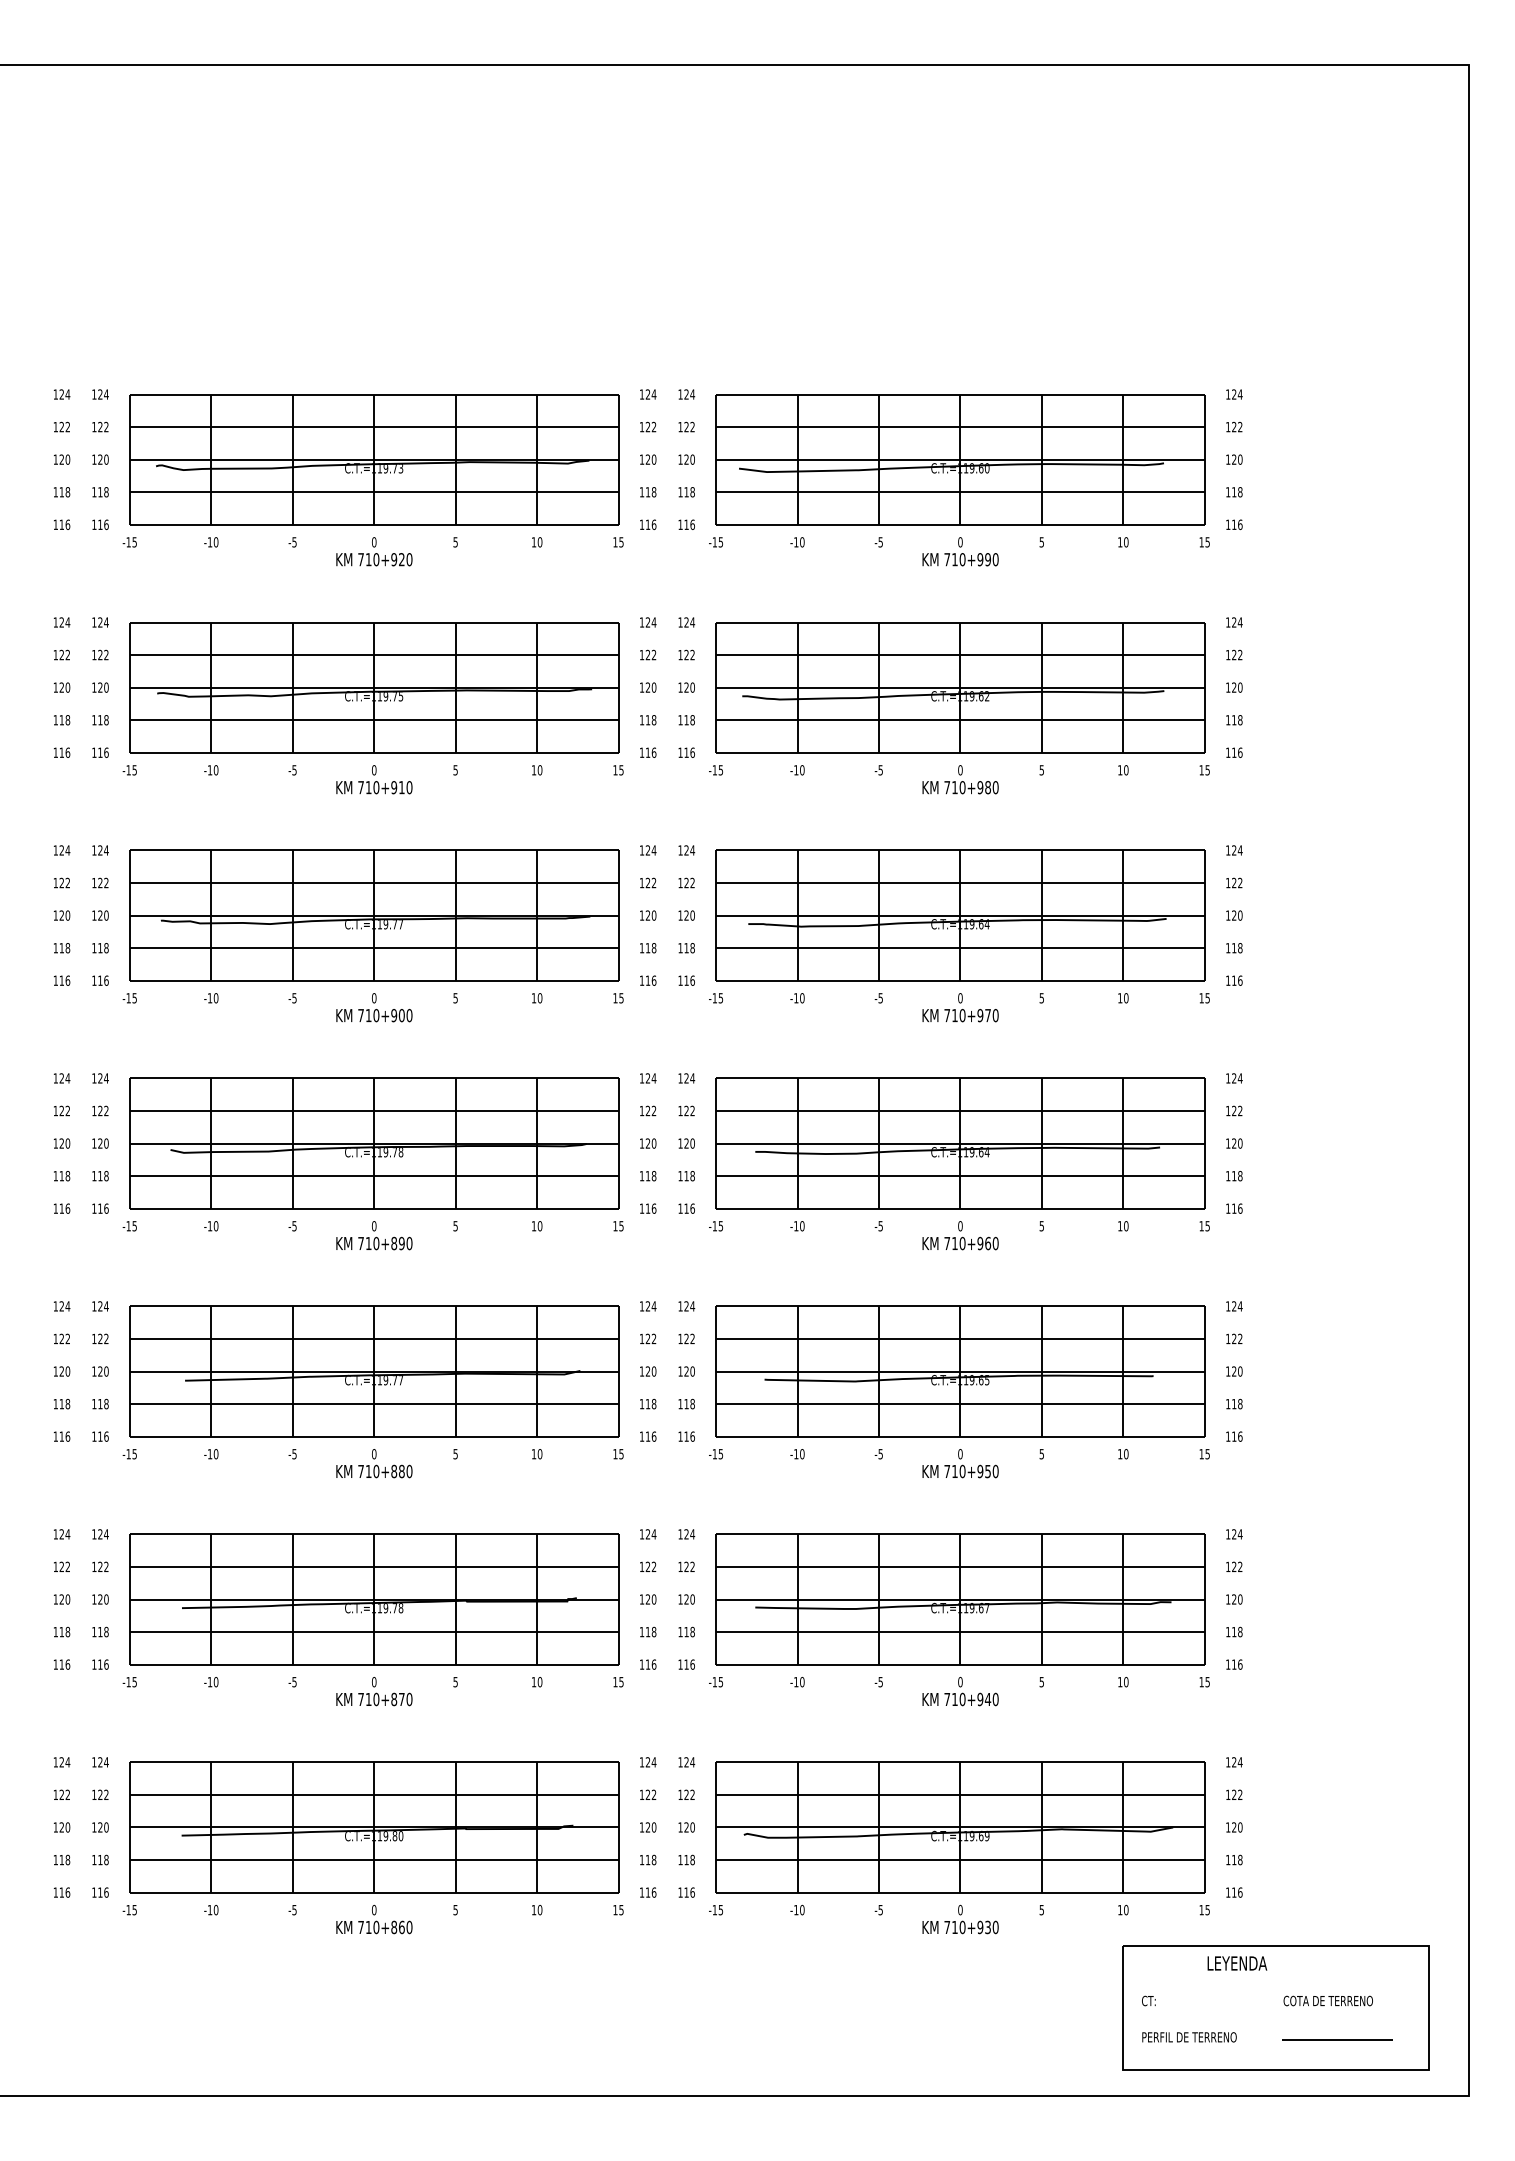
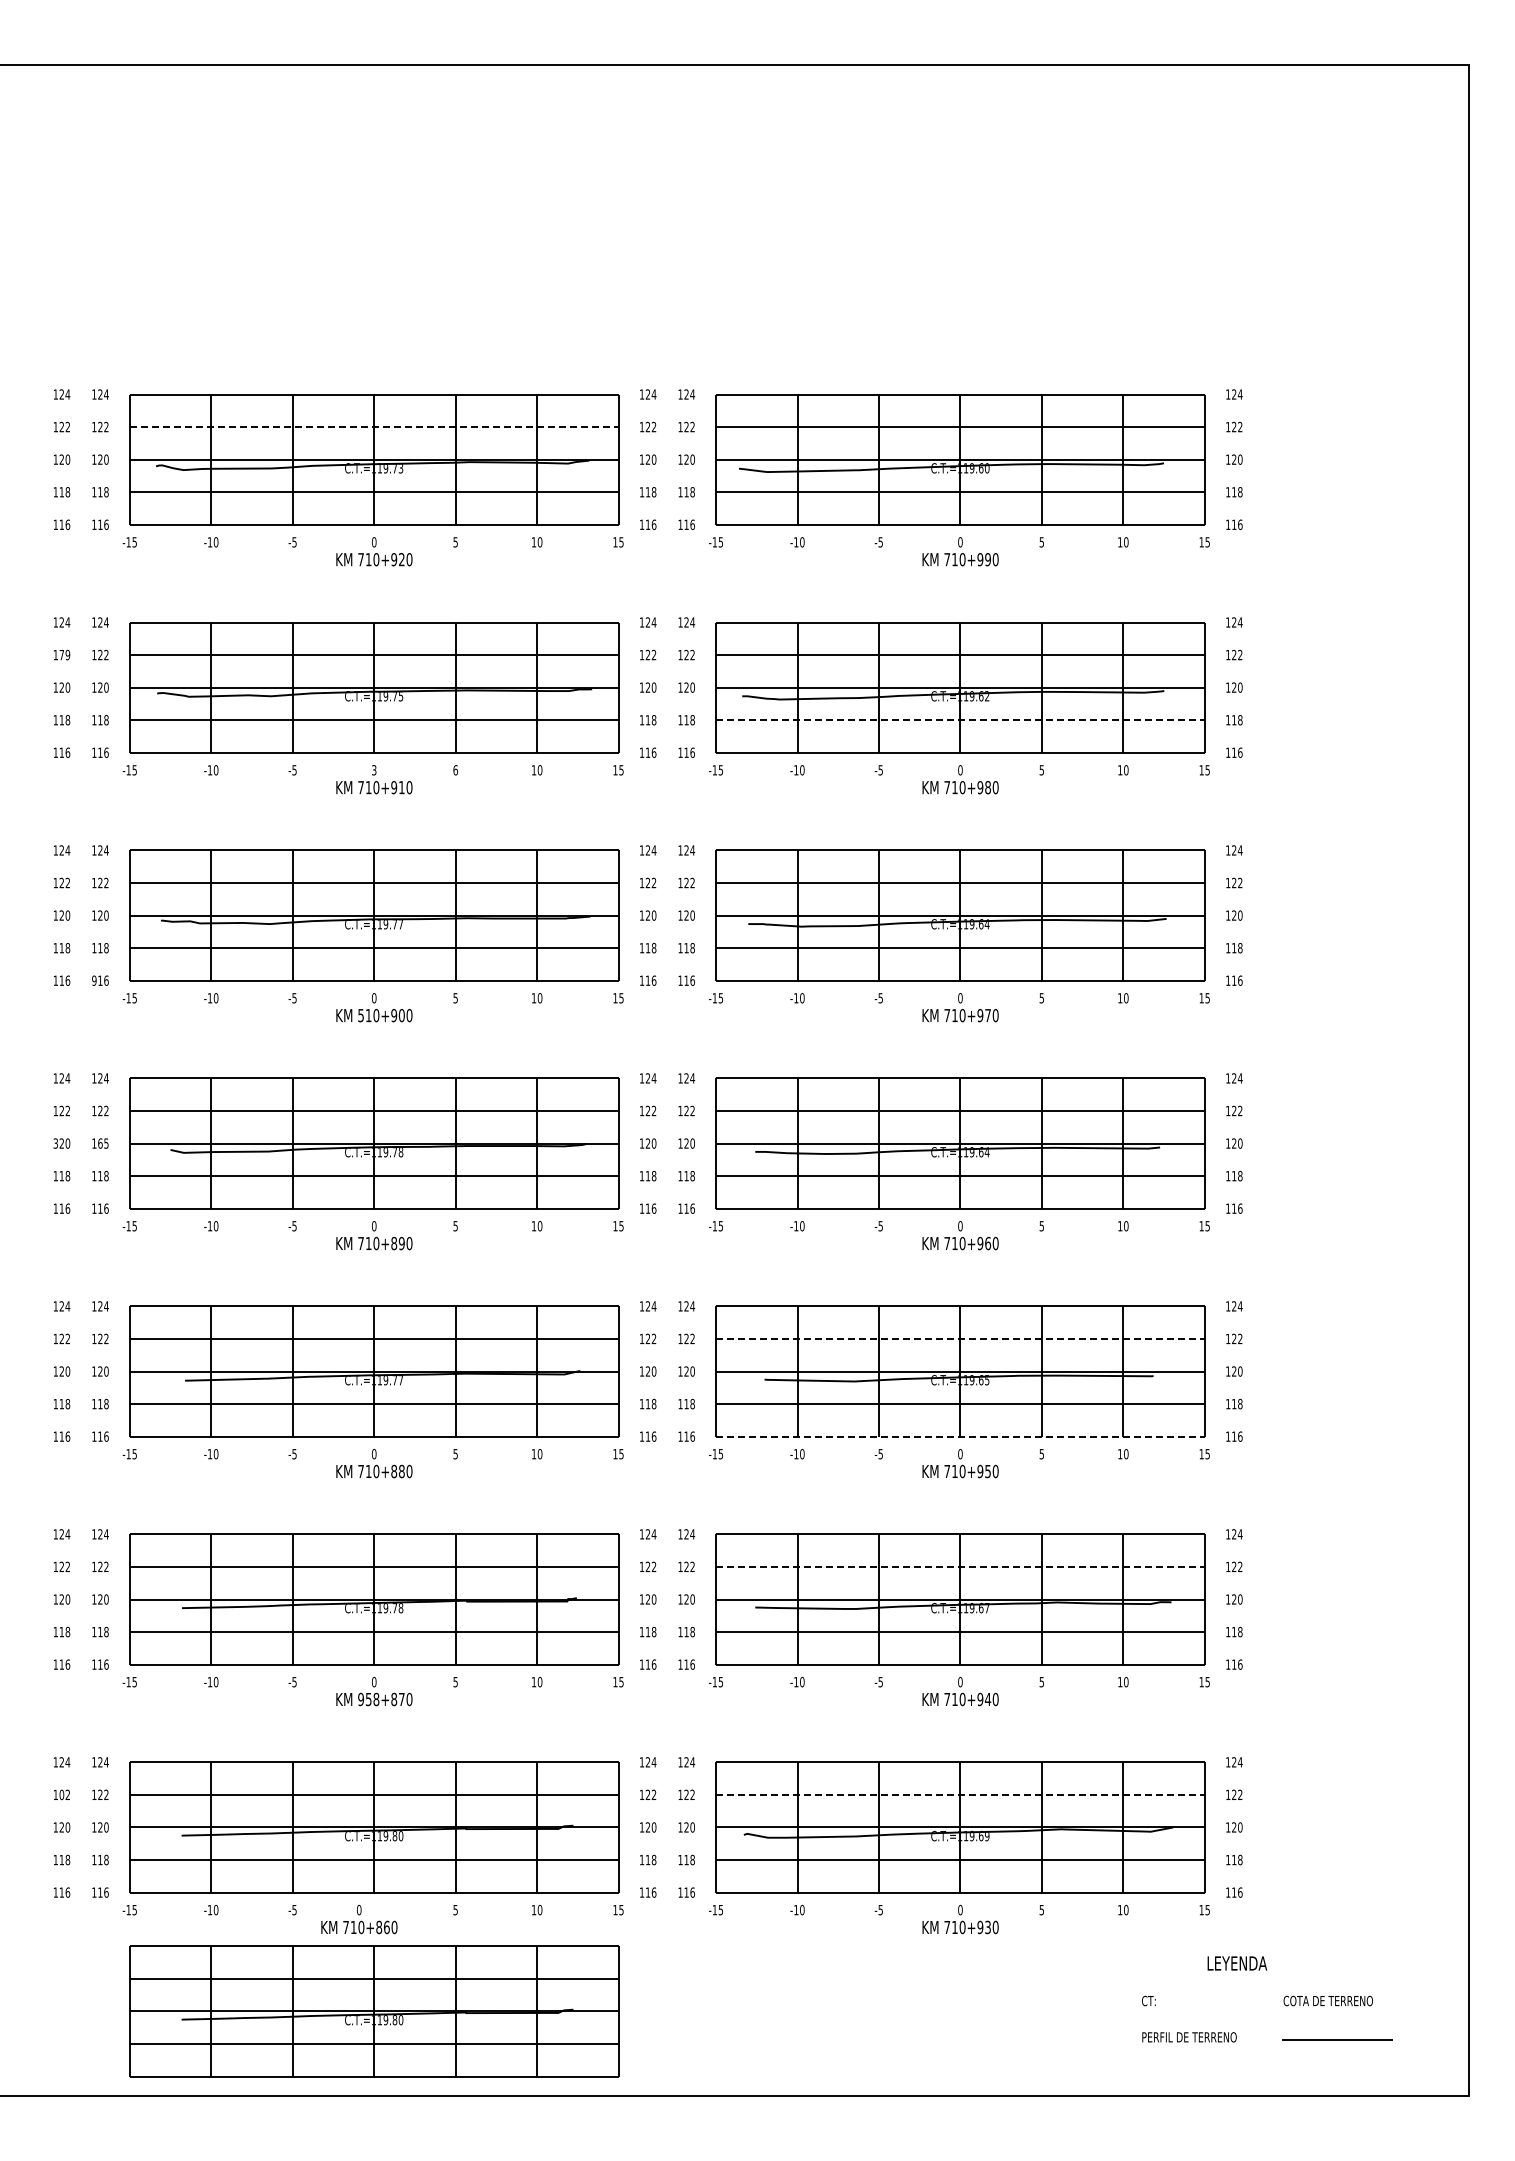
line at (374, 427): solid -> dashed
text at (64, 654): 122 -> 179
line at (960, 720): solid -> dashed
text at (373, 770): 0 -> 3
text at (455, 770): 5 -> 6
text at (94, 980): 116 -> 916
text at (360, 1015): 710+900 -> 510+900
text at (55, 1143): 120 -> 320
text at (103, 1143): 120 -> 165
line at (960, 1338): solid -> dashed
line at (960, 1436): solid -> dashed
line at (960, 1566): solid -> dashed
text at (368, 1699): 710+870 -> 958+870
text at (61, 1794): 122 -> 102
line at (960, 1794): solid -> dashed
text at (374, 1919) position: (374, 1919) -> (359, 1919)
part at (1275, 2007): present -> none
part at (374, 2011): none -> present
